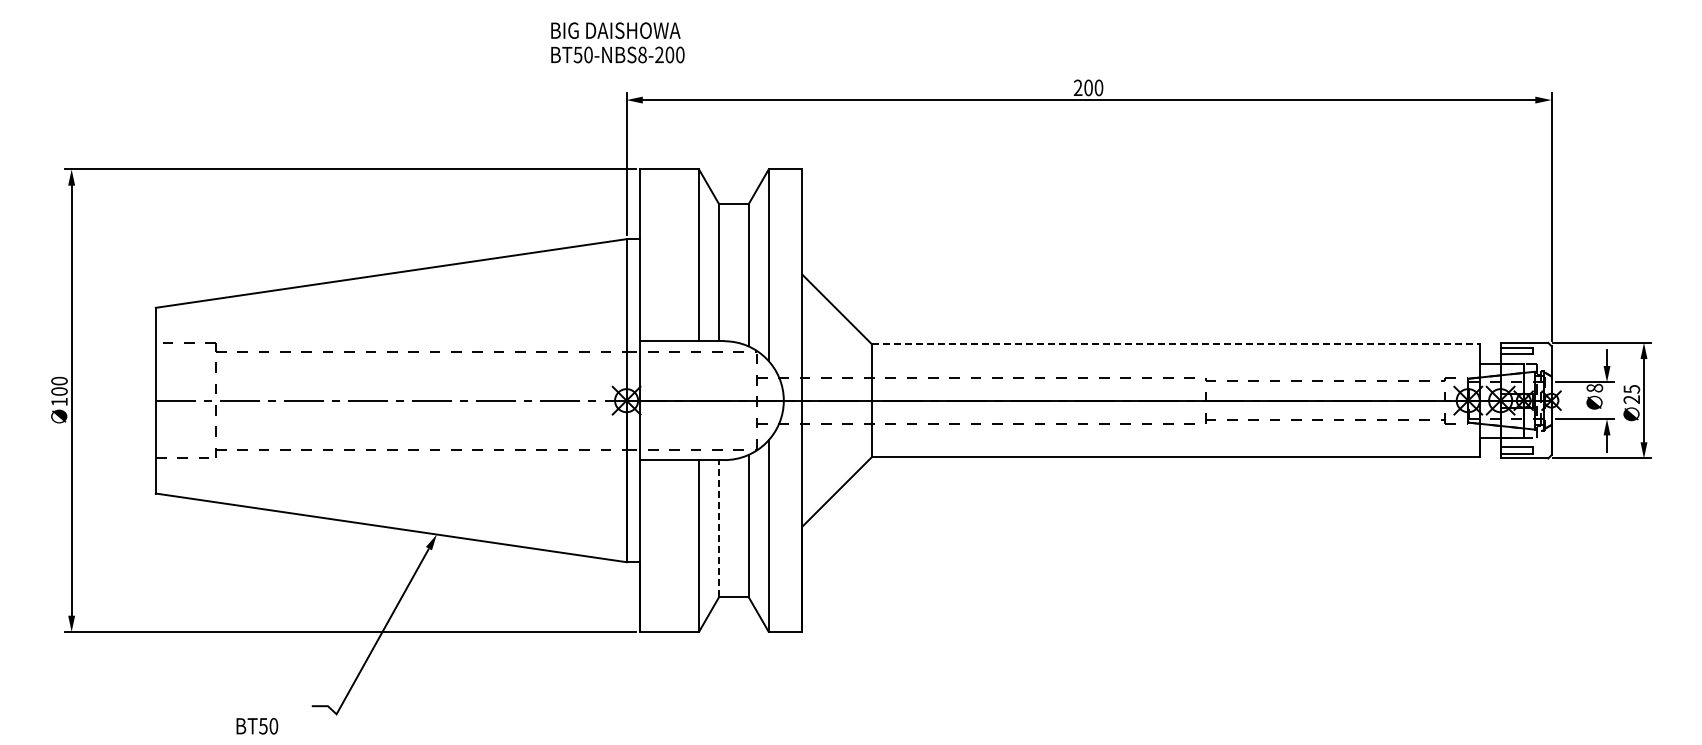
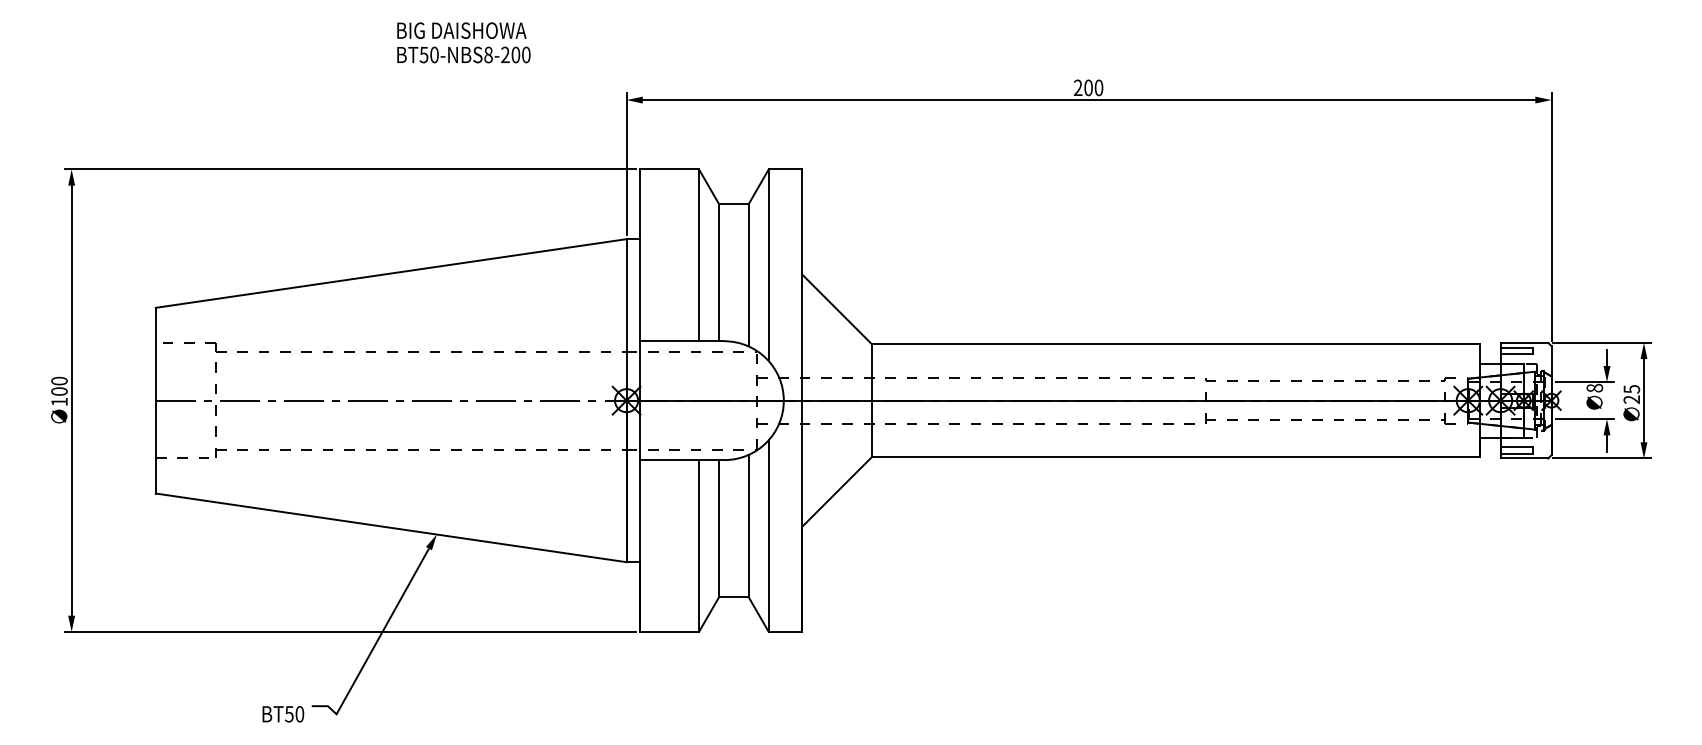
text at (617, 42) position: (617, 42) -> (463, 42)
line at (1176, 344): dashed -> solid
line at (719, 528): dashed -> solid
text at (257, 726) position: (257, 726) -> (283, 714)
